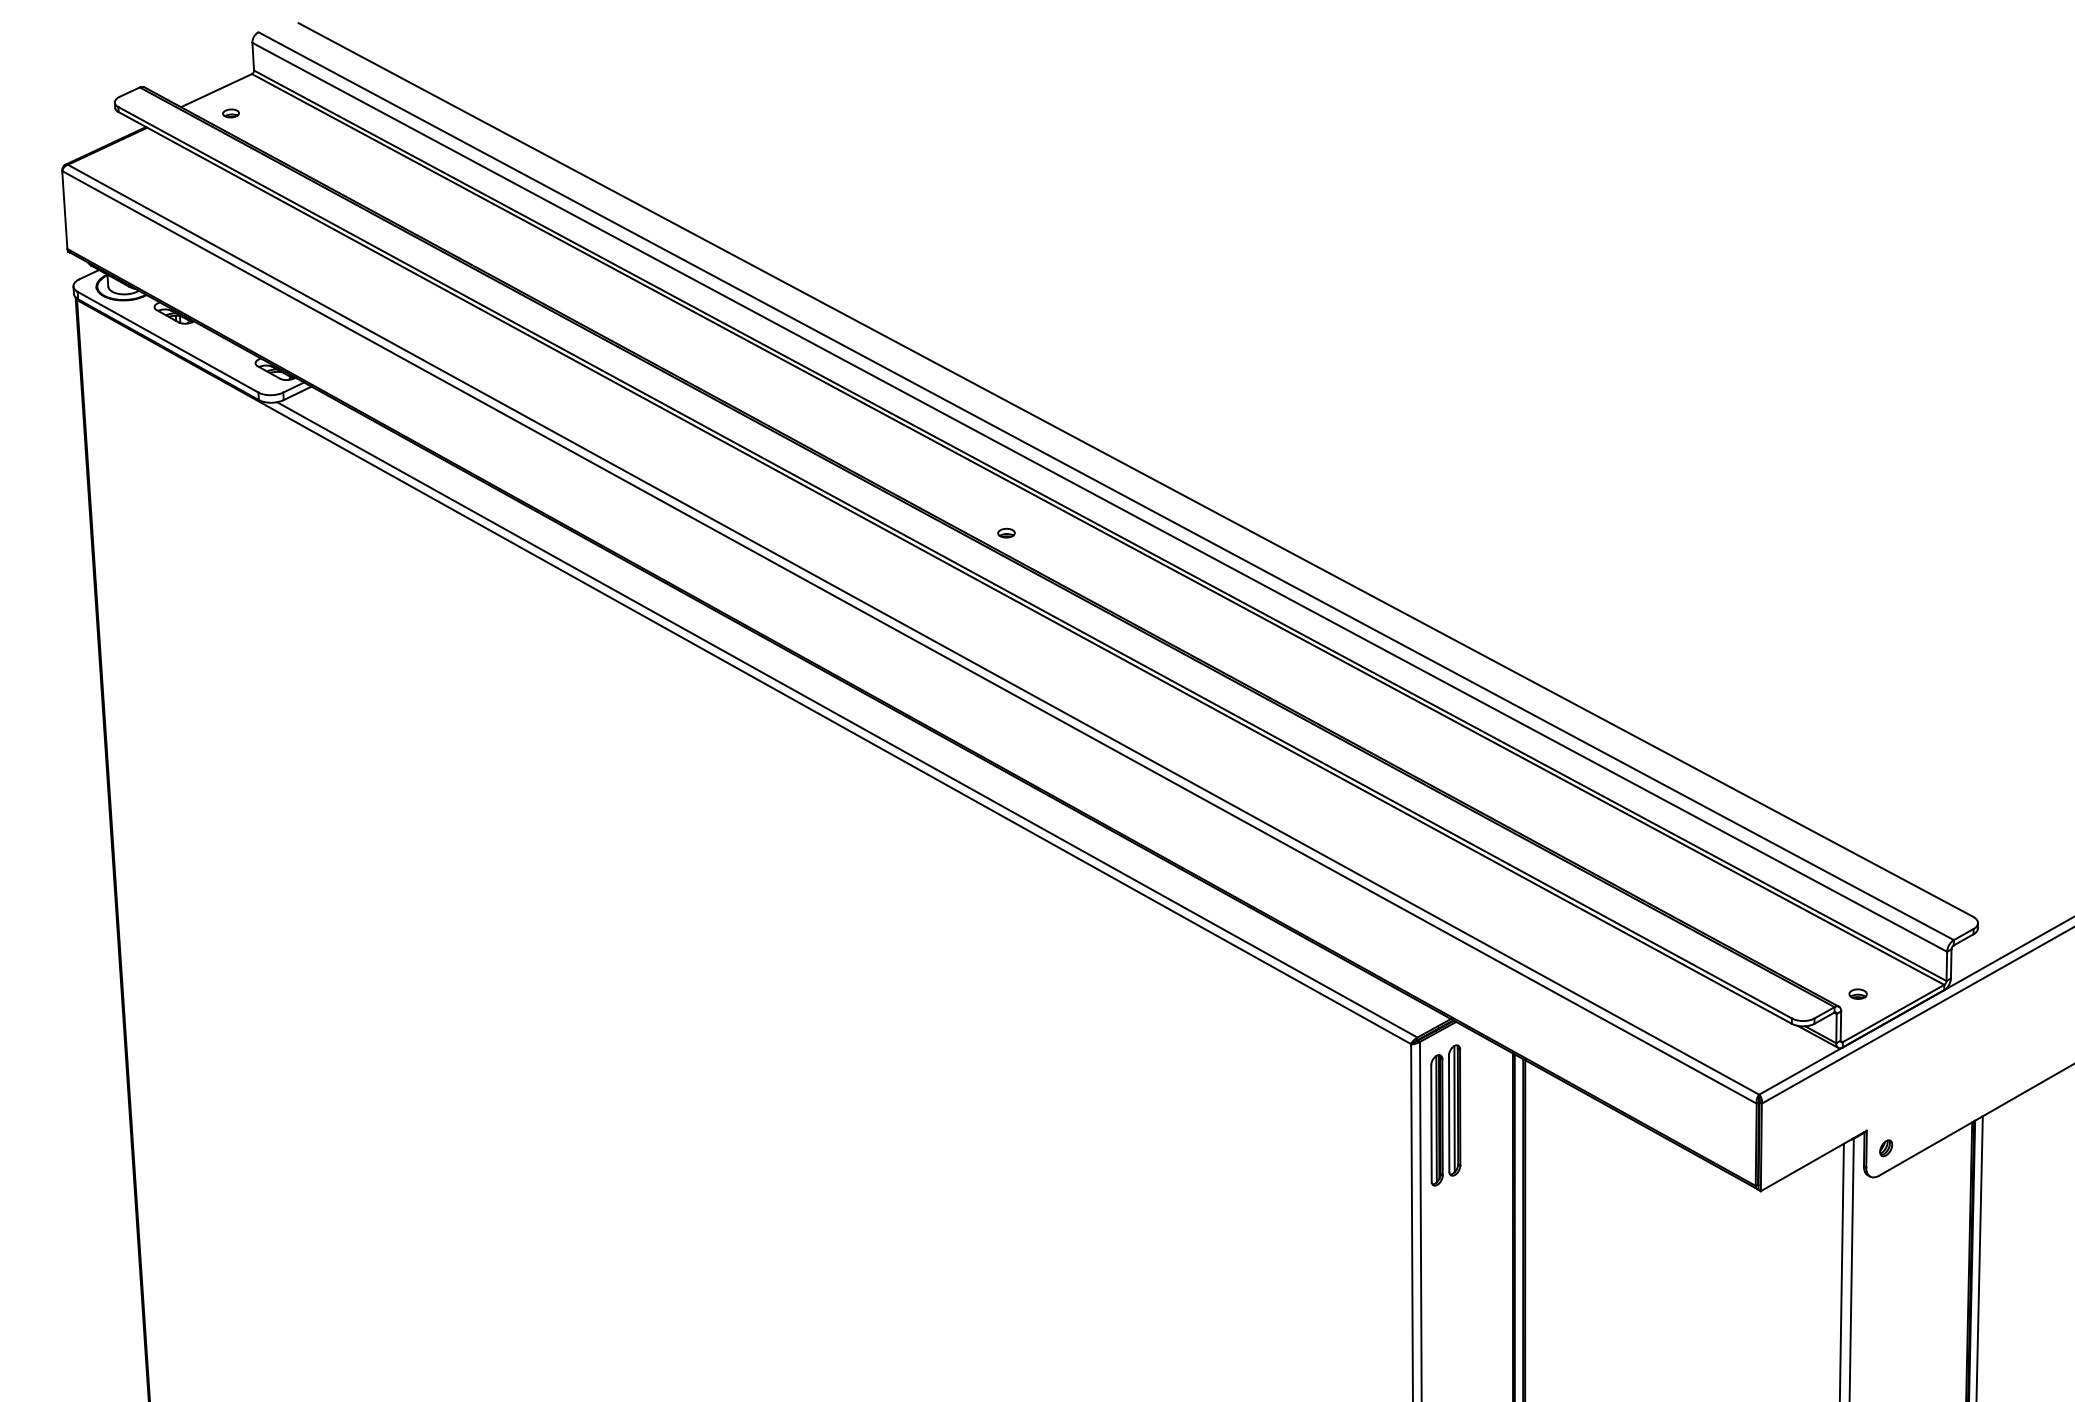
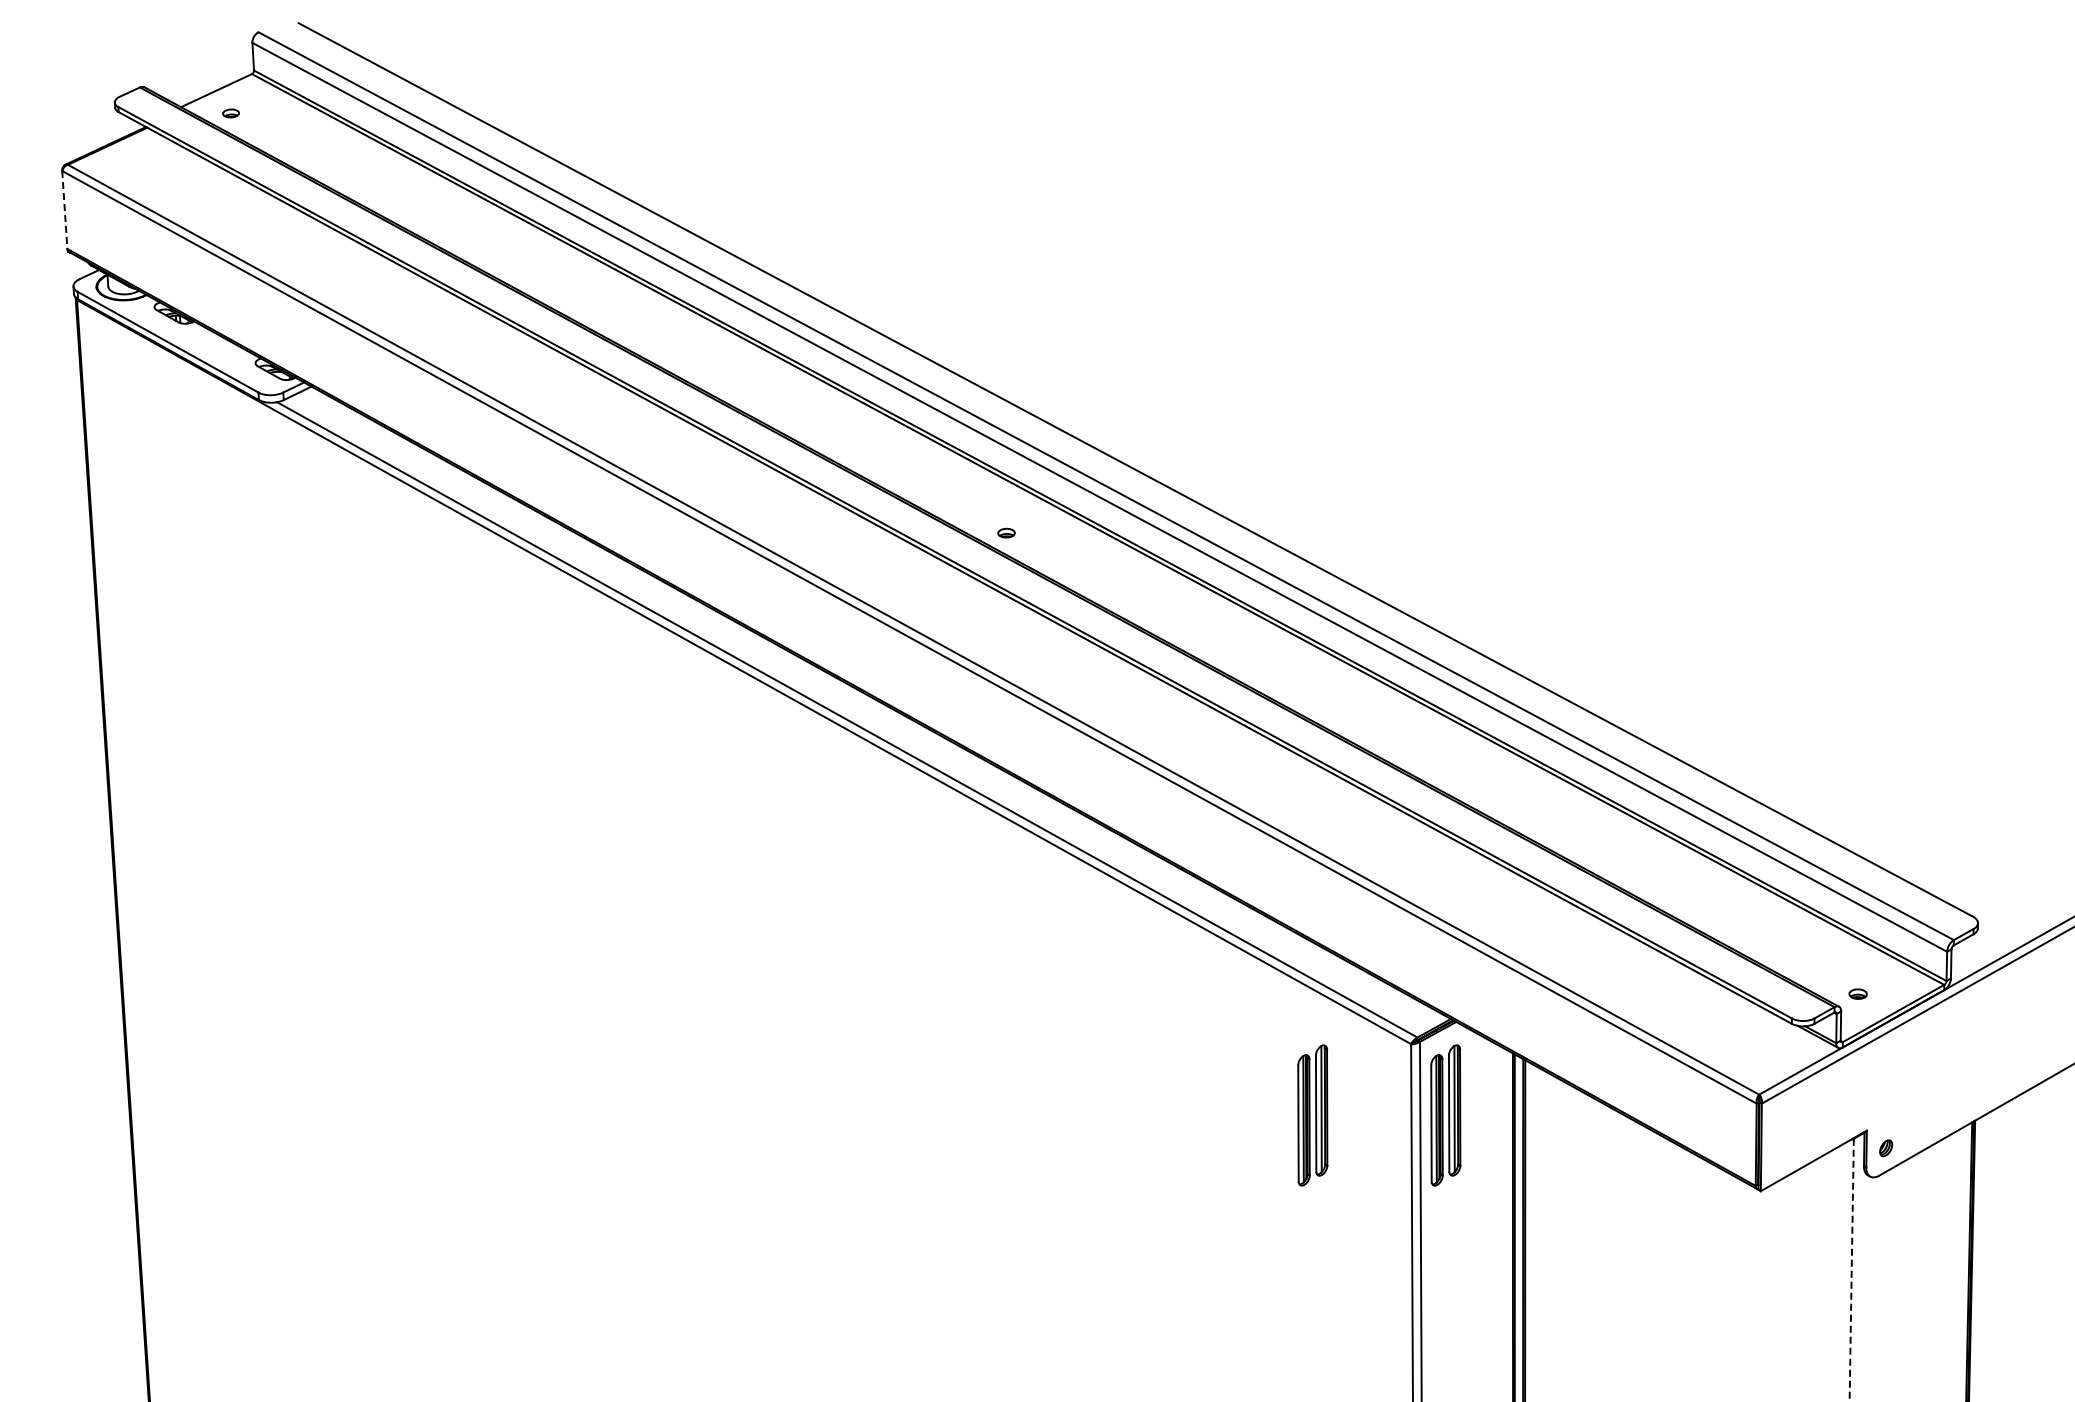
line at (64, 210): solid -> dashed
part at (1312, 1115): none -> present
line at (1979, 1257): present -> none
line at (1841, 1270): present -> none
line at (1851, 1270): solid -> dashed
